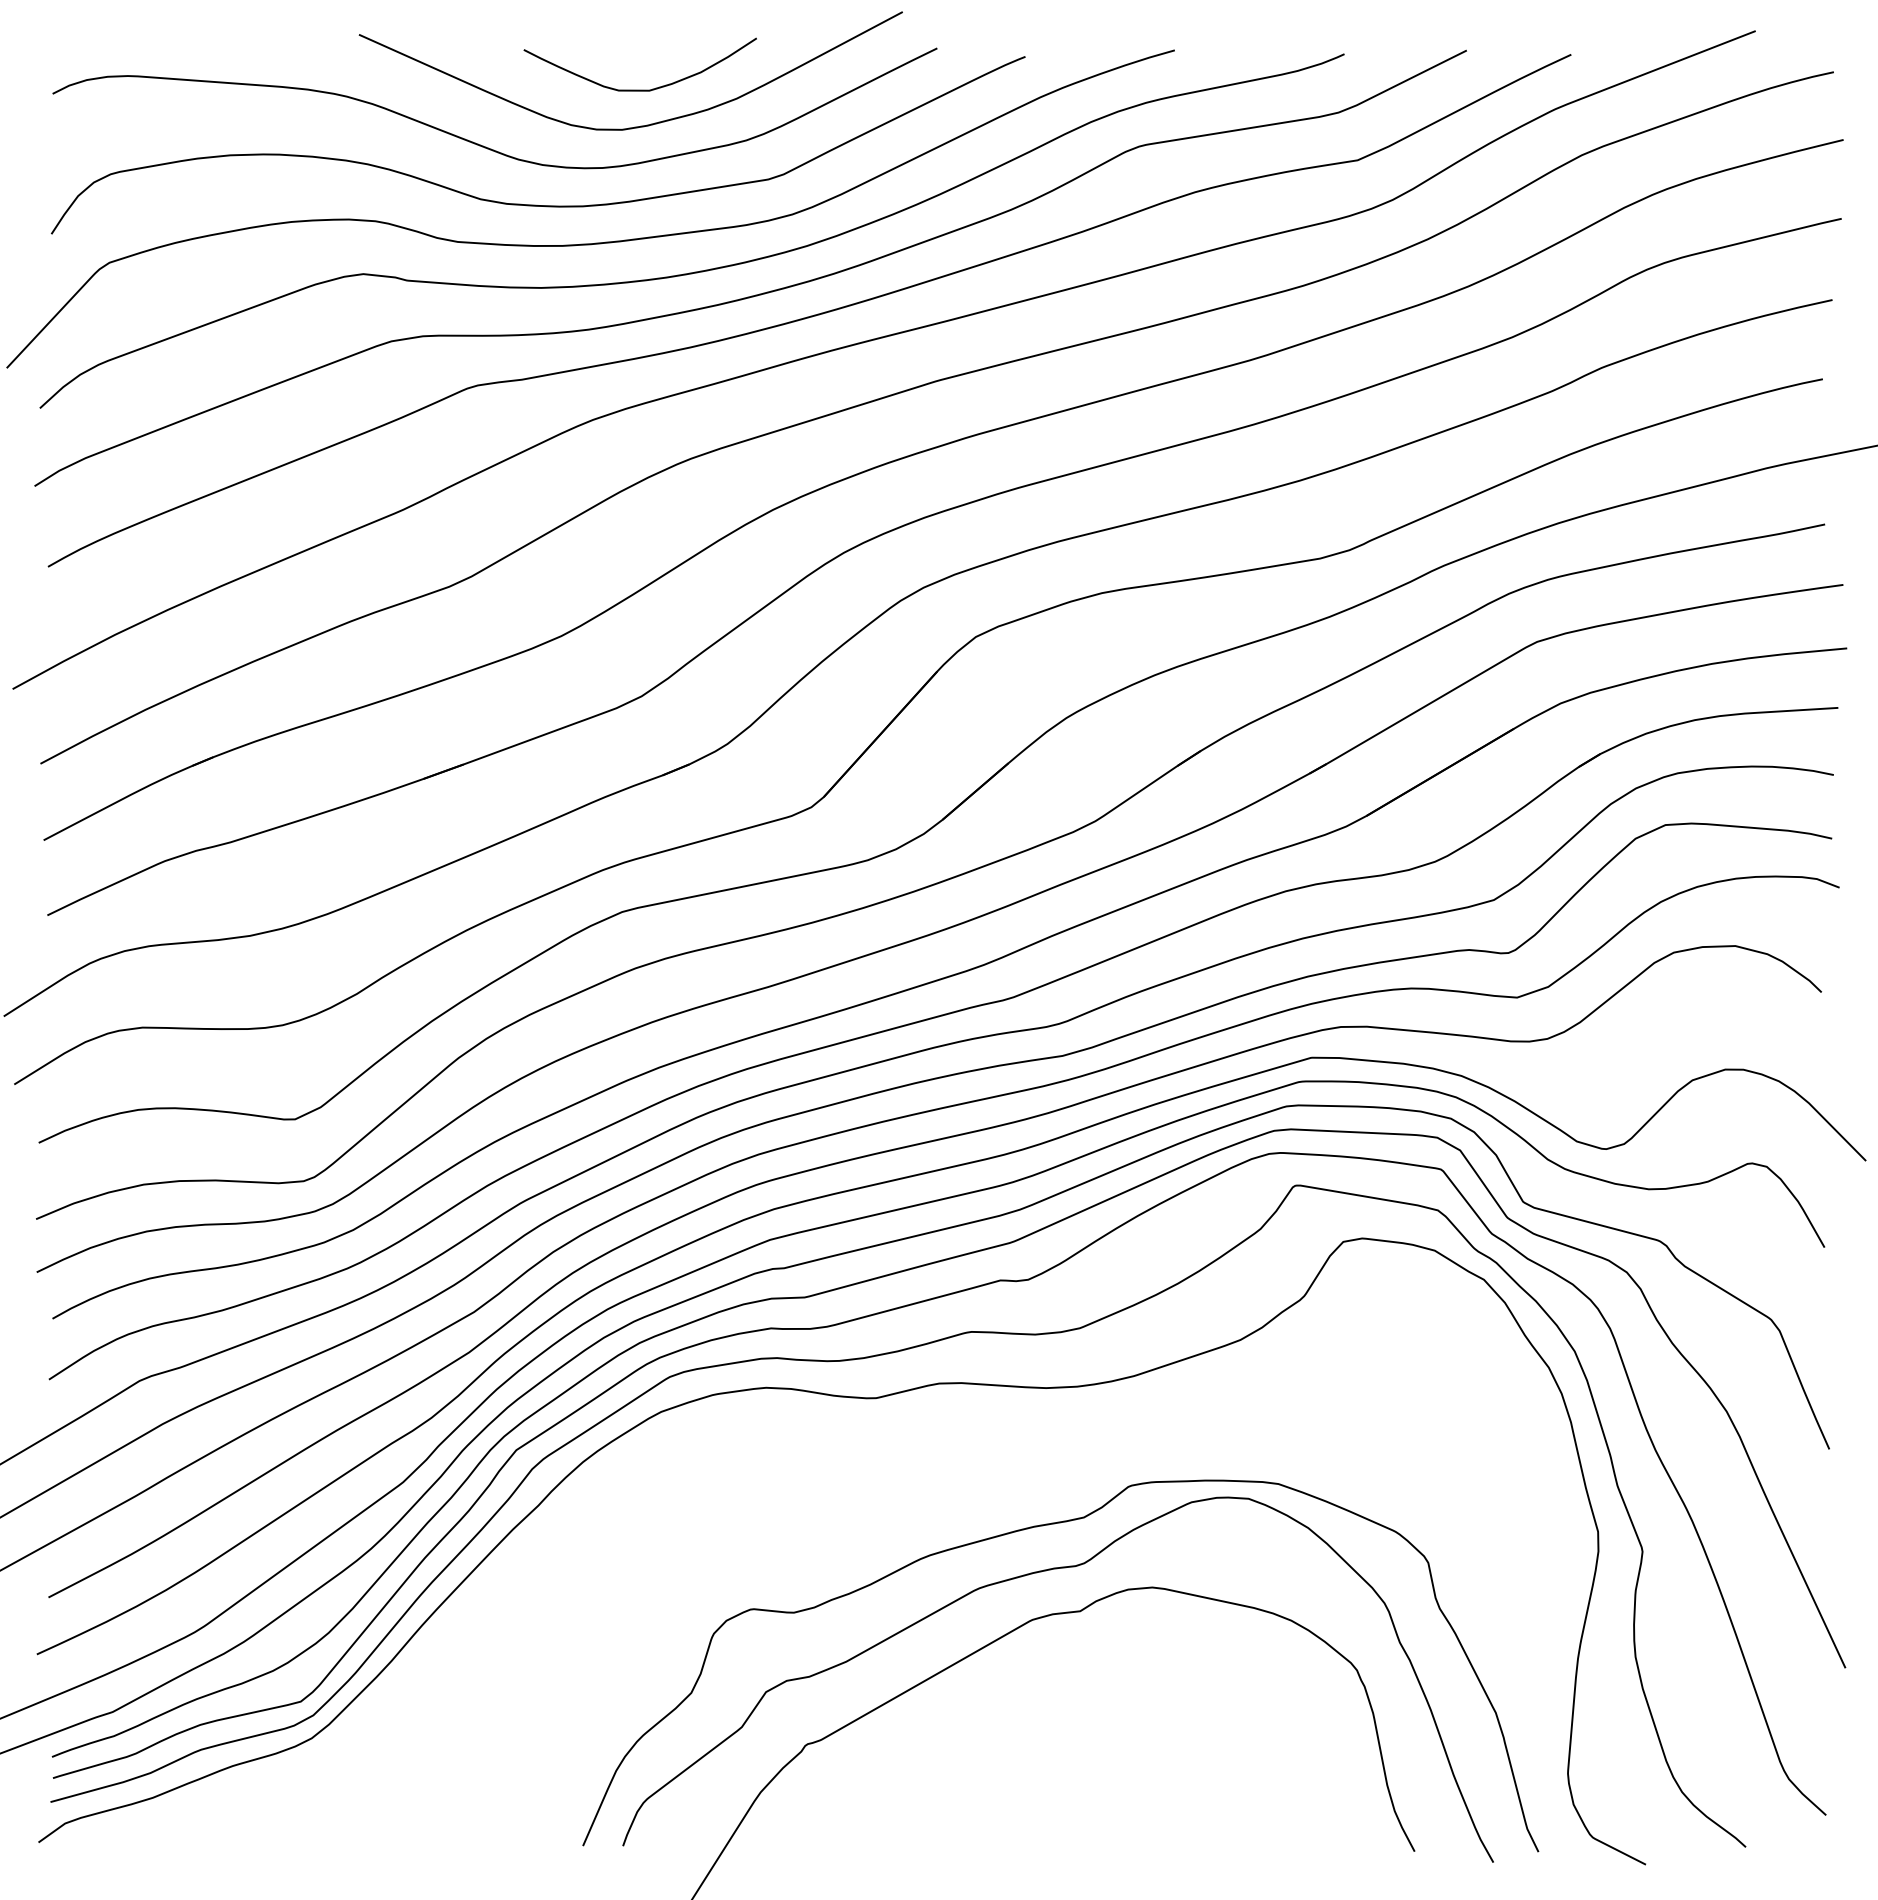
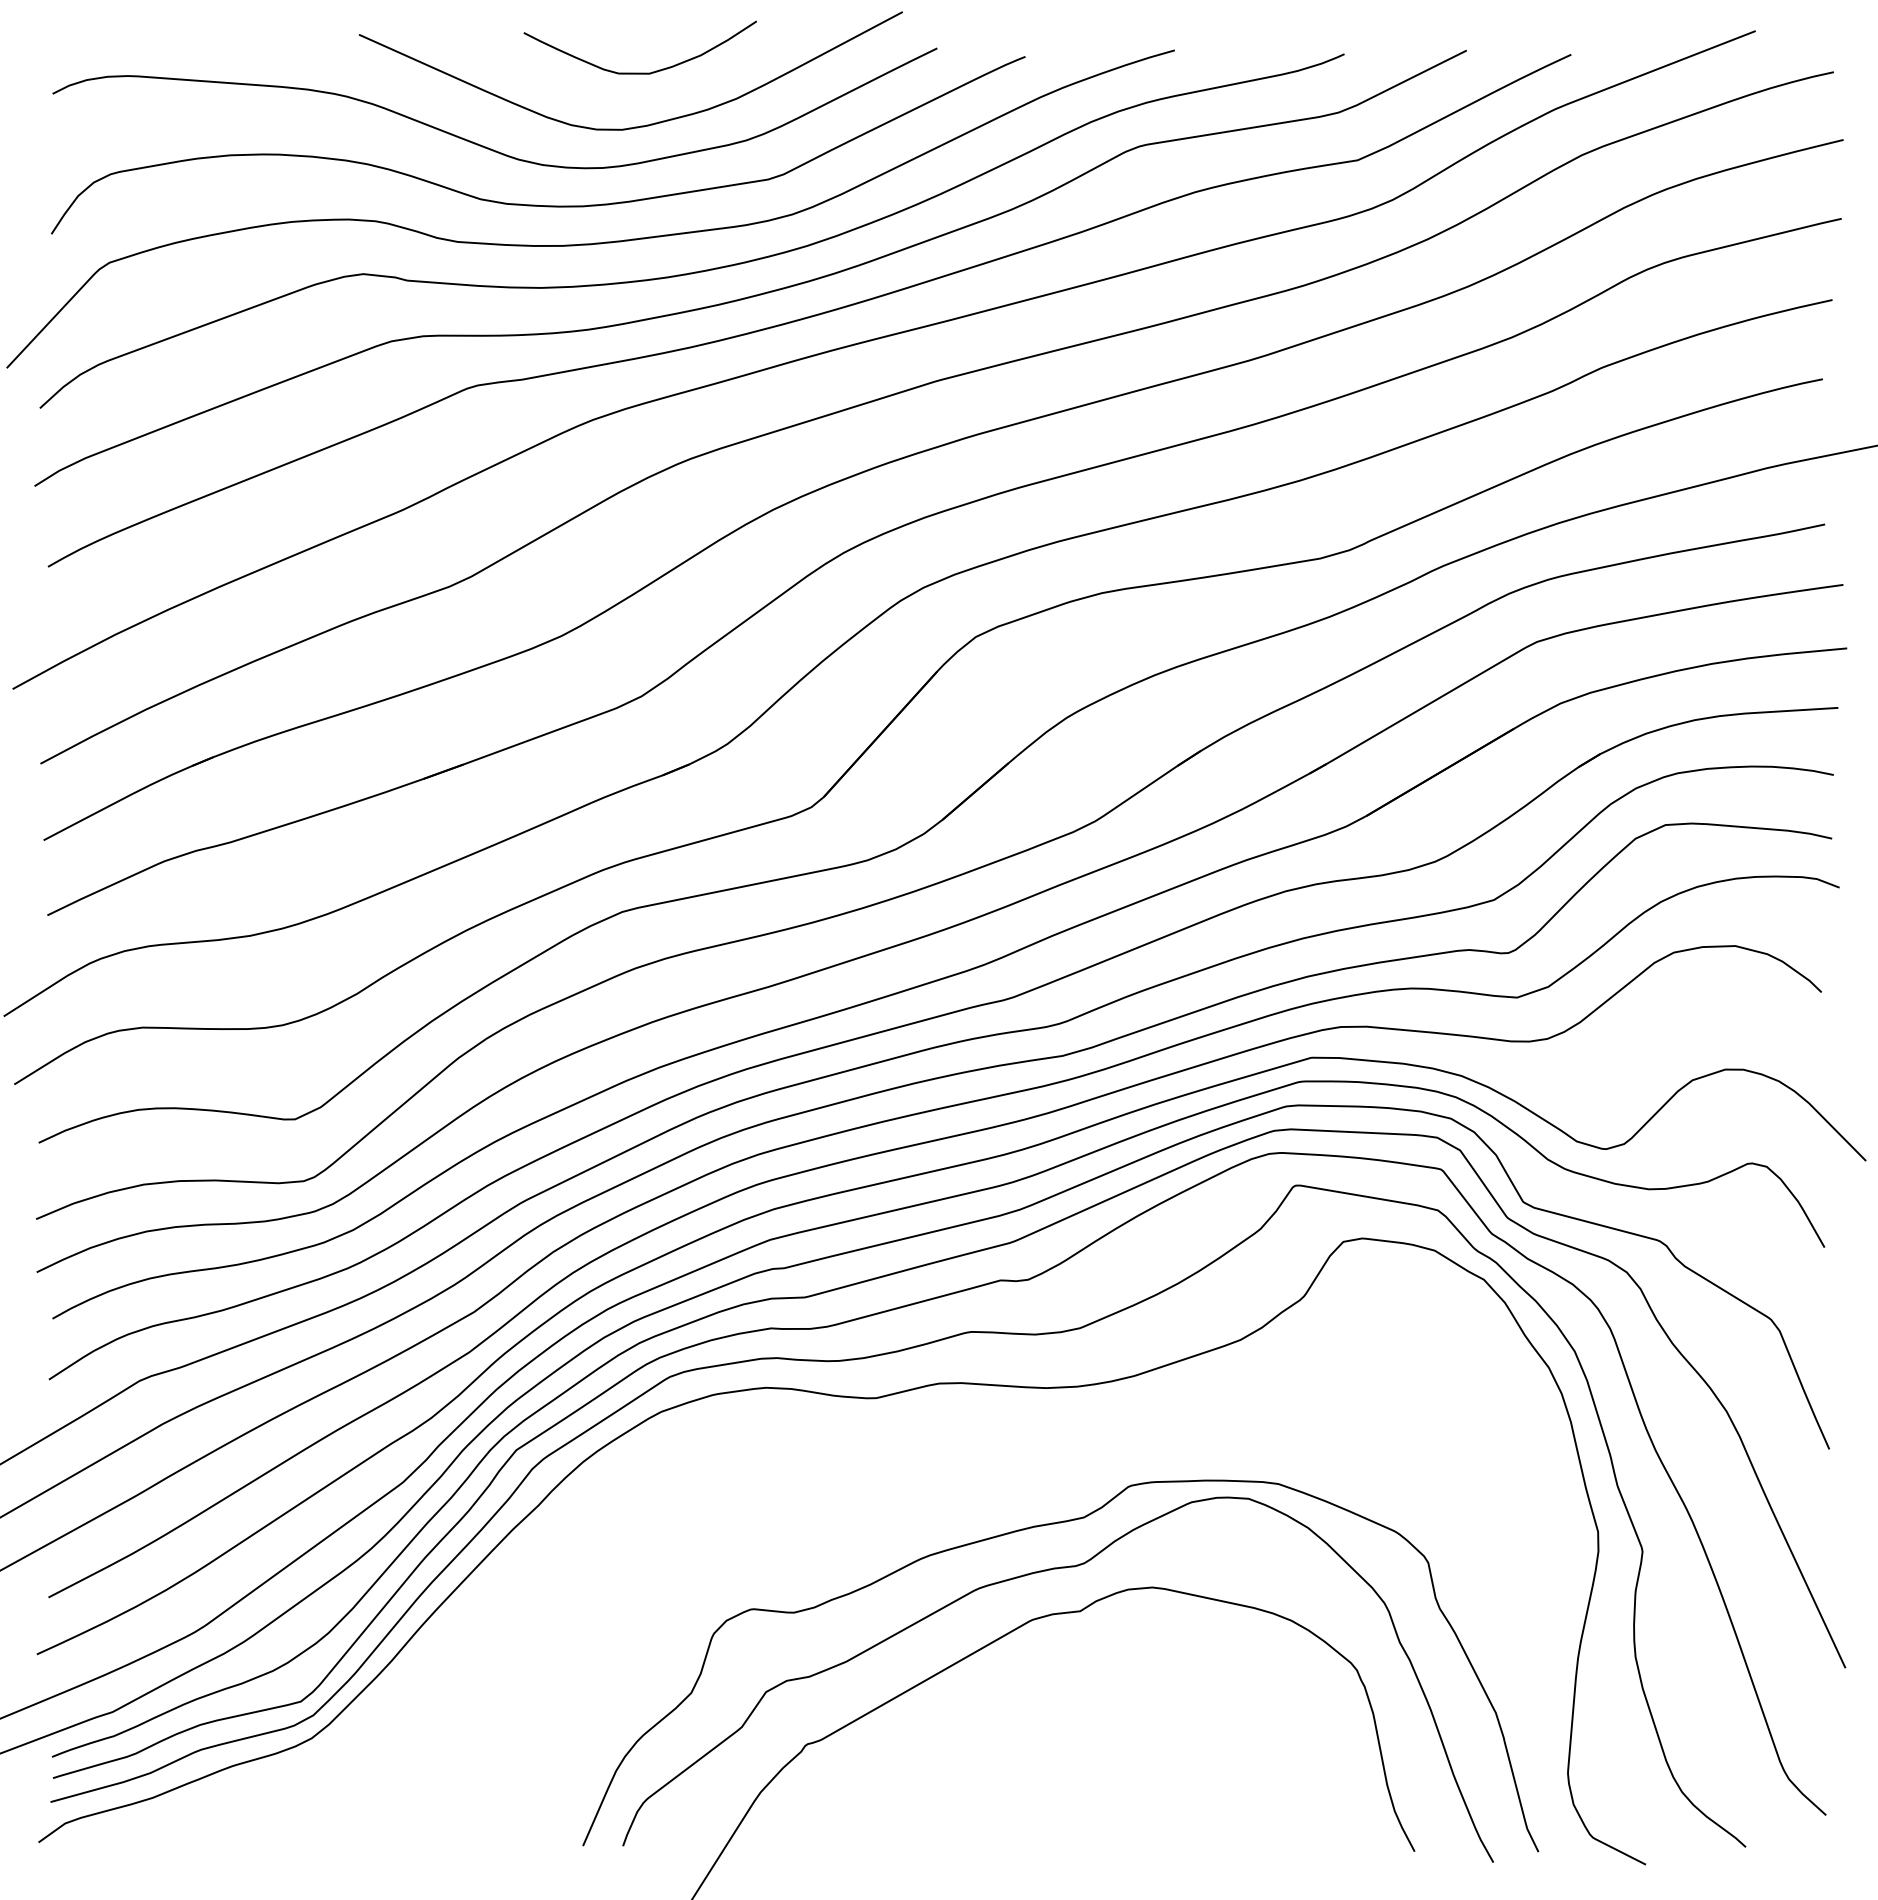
curve at (639, 89) position: (639, 89) -> (639, 72)
